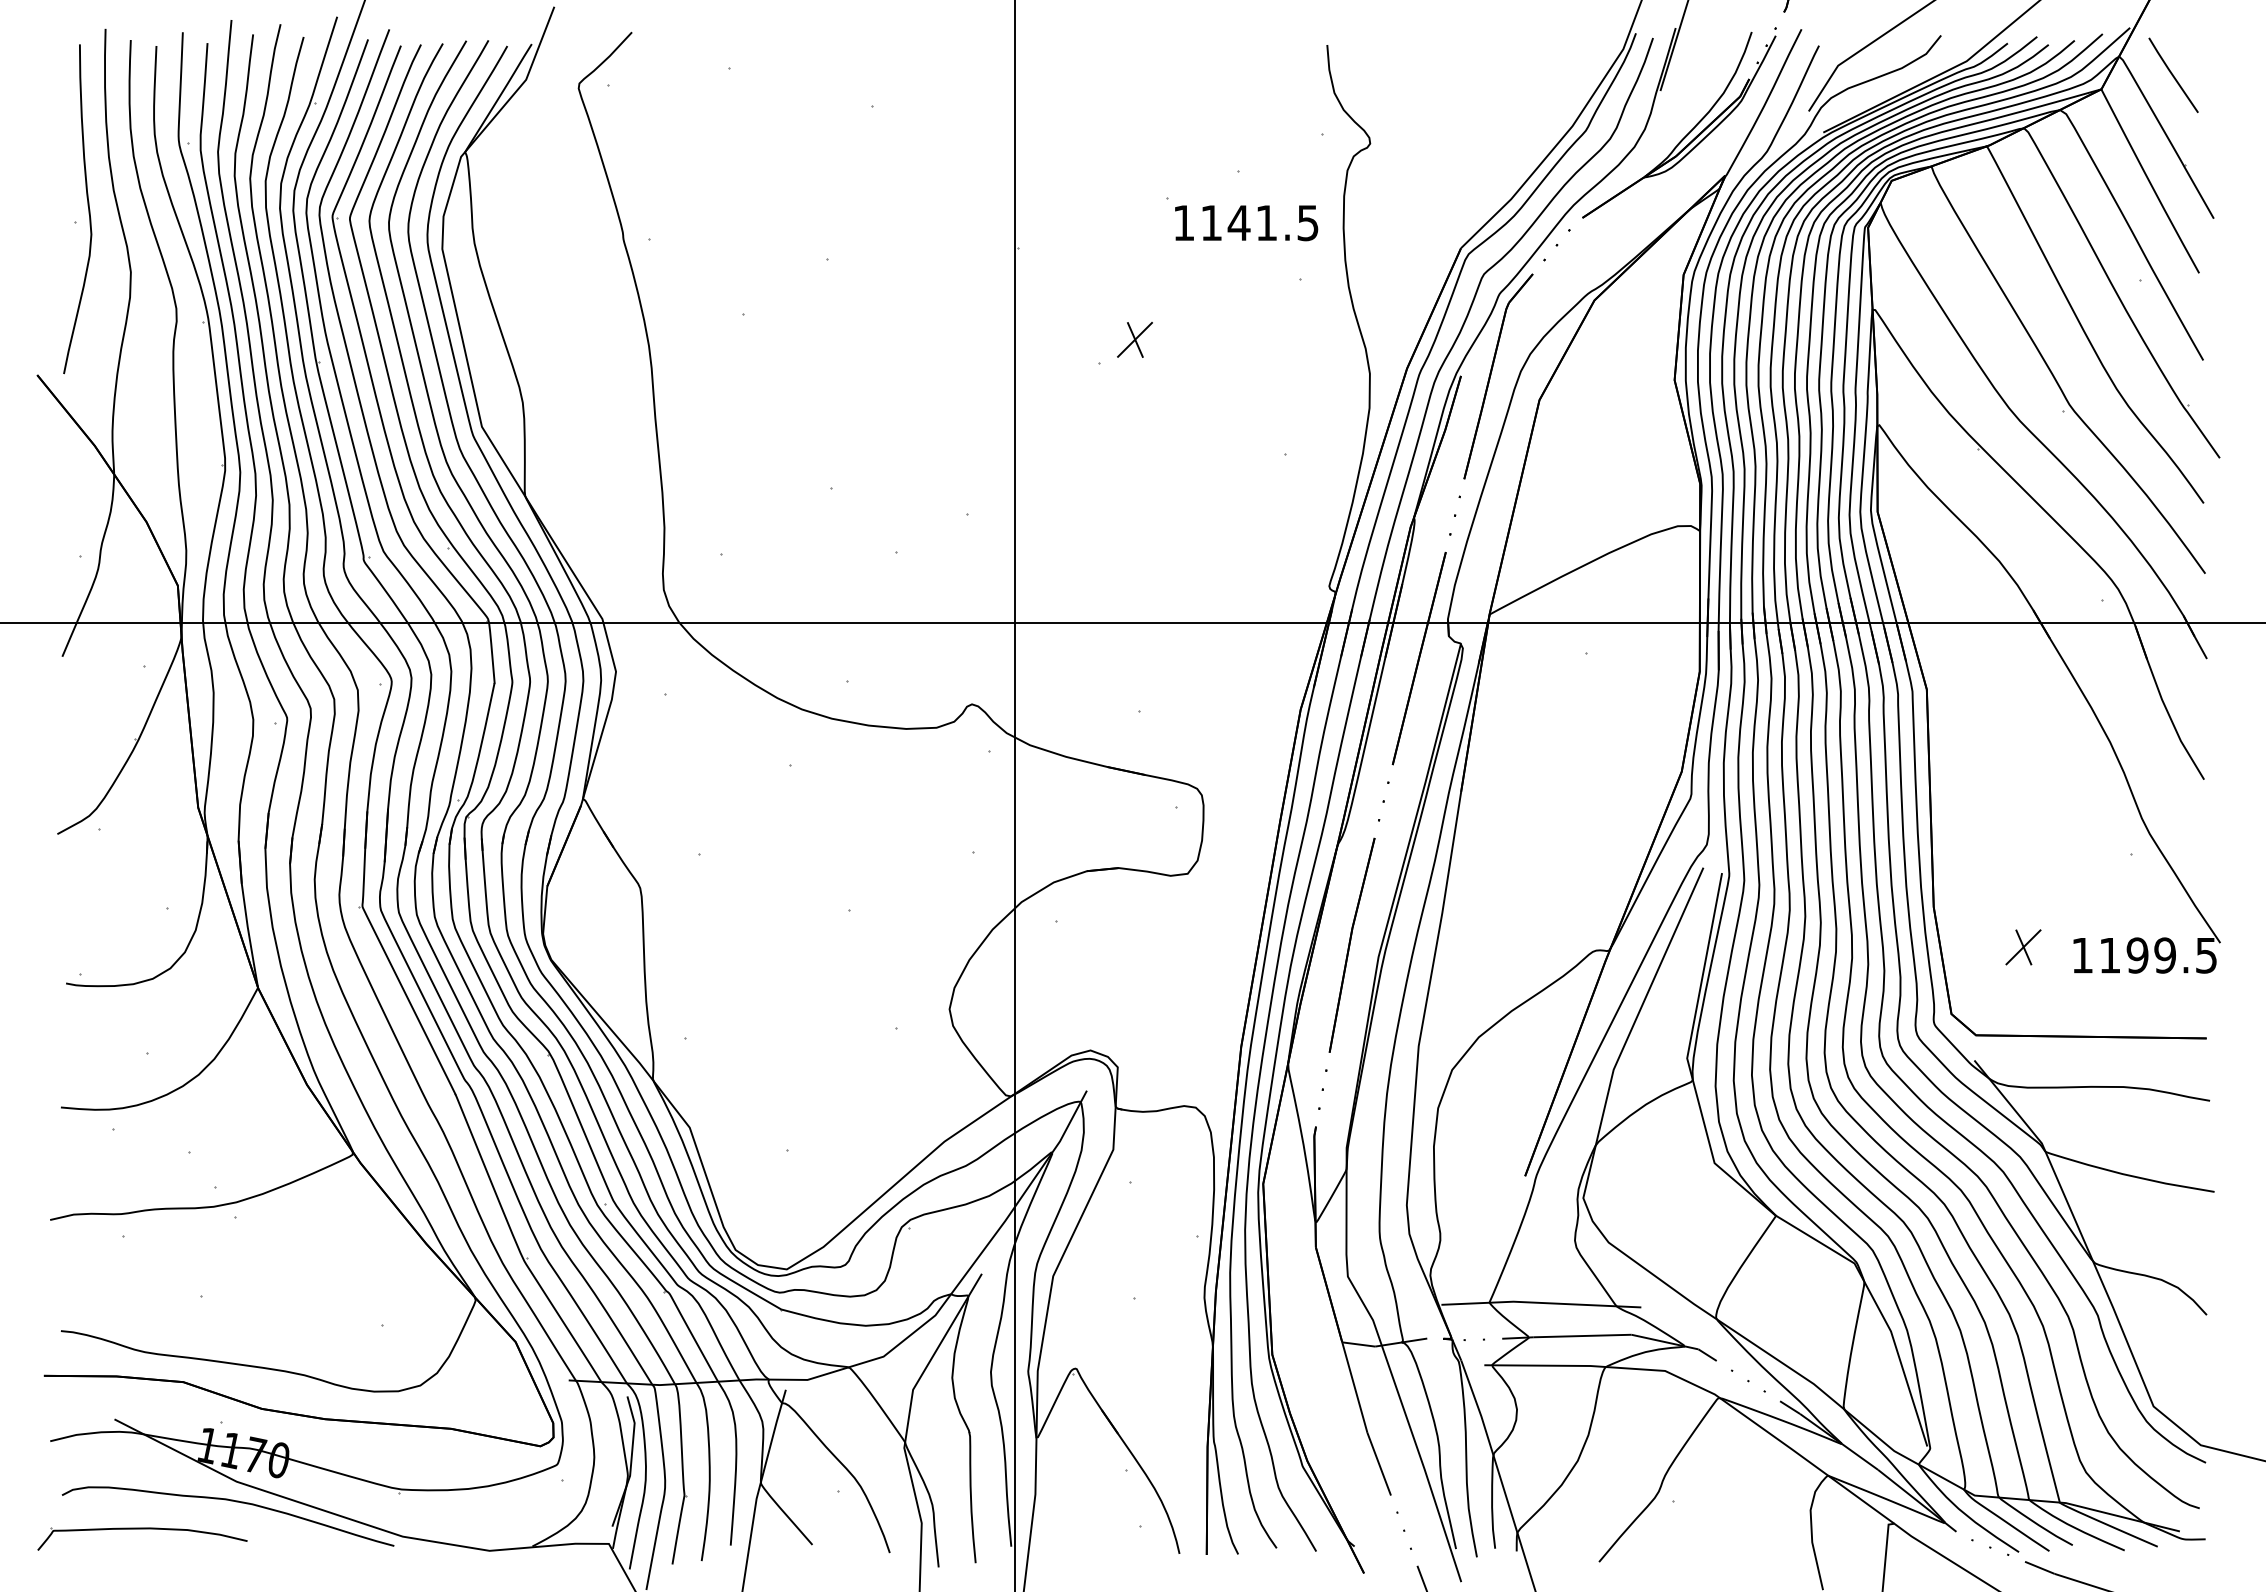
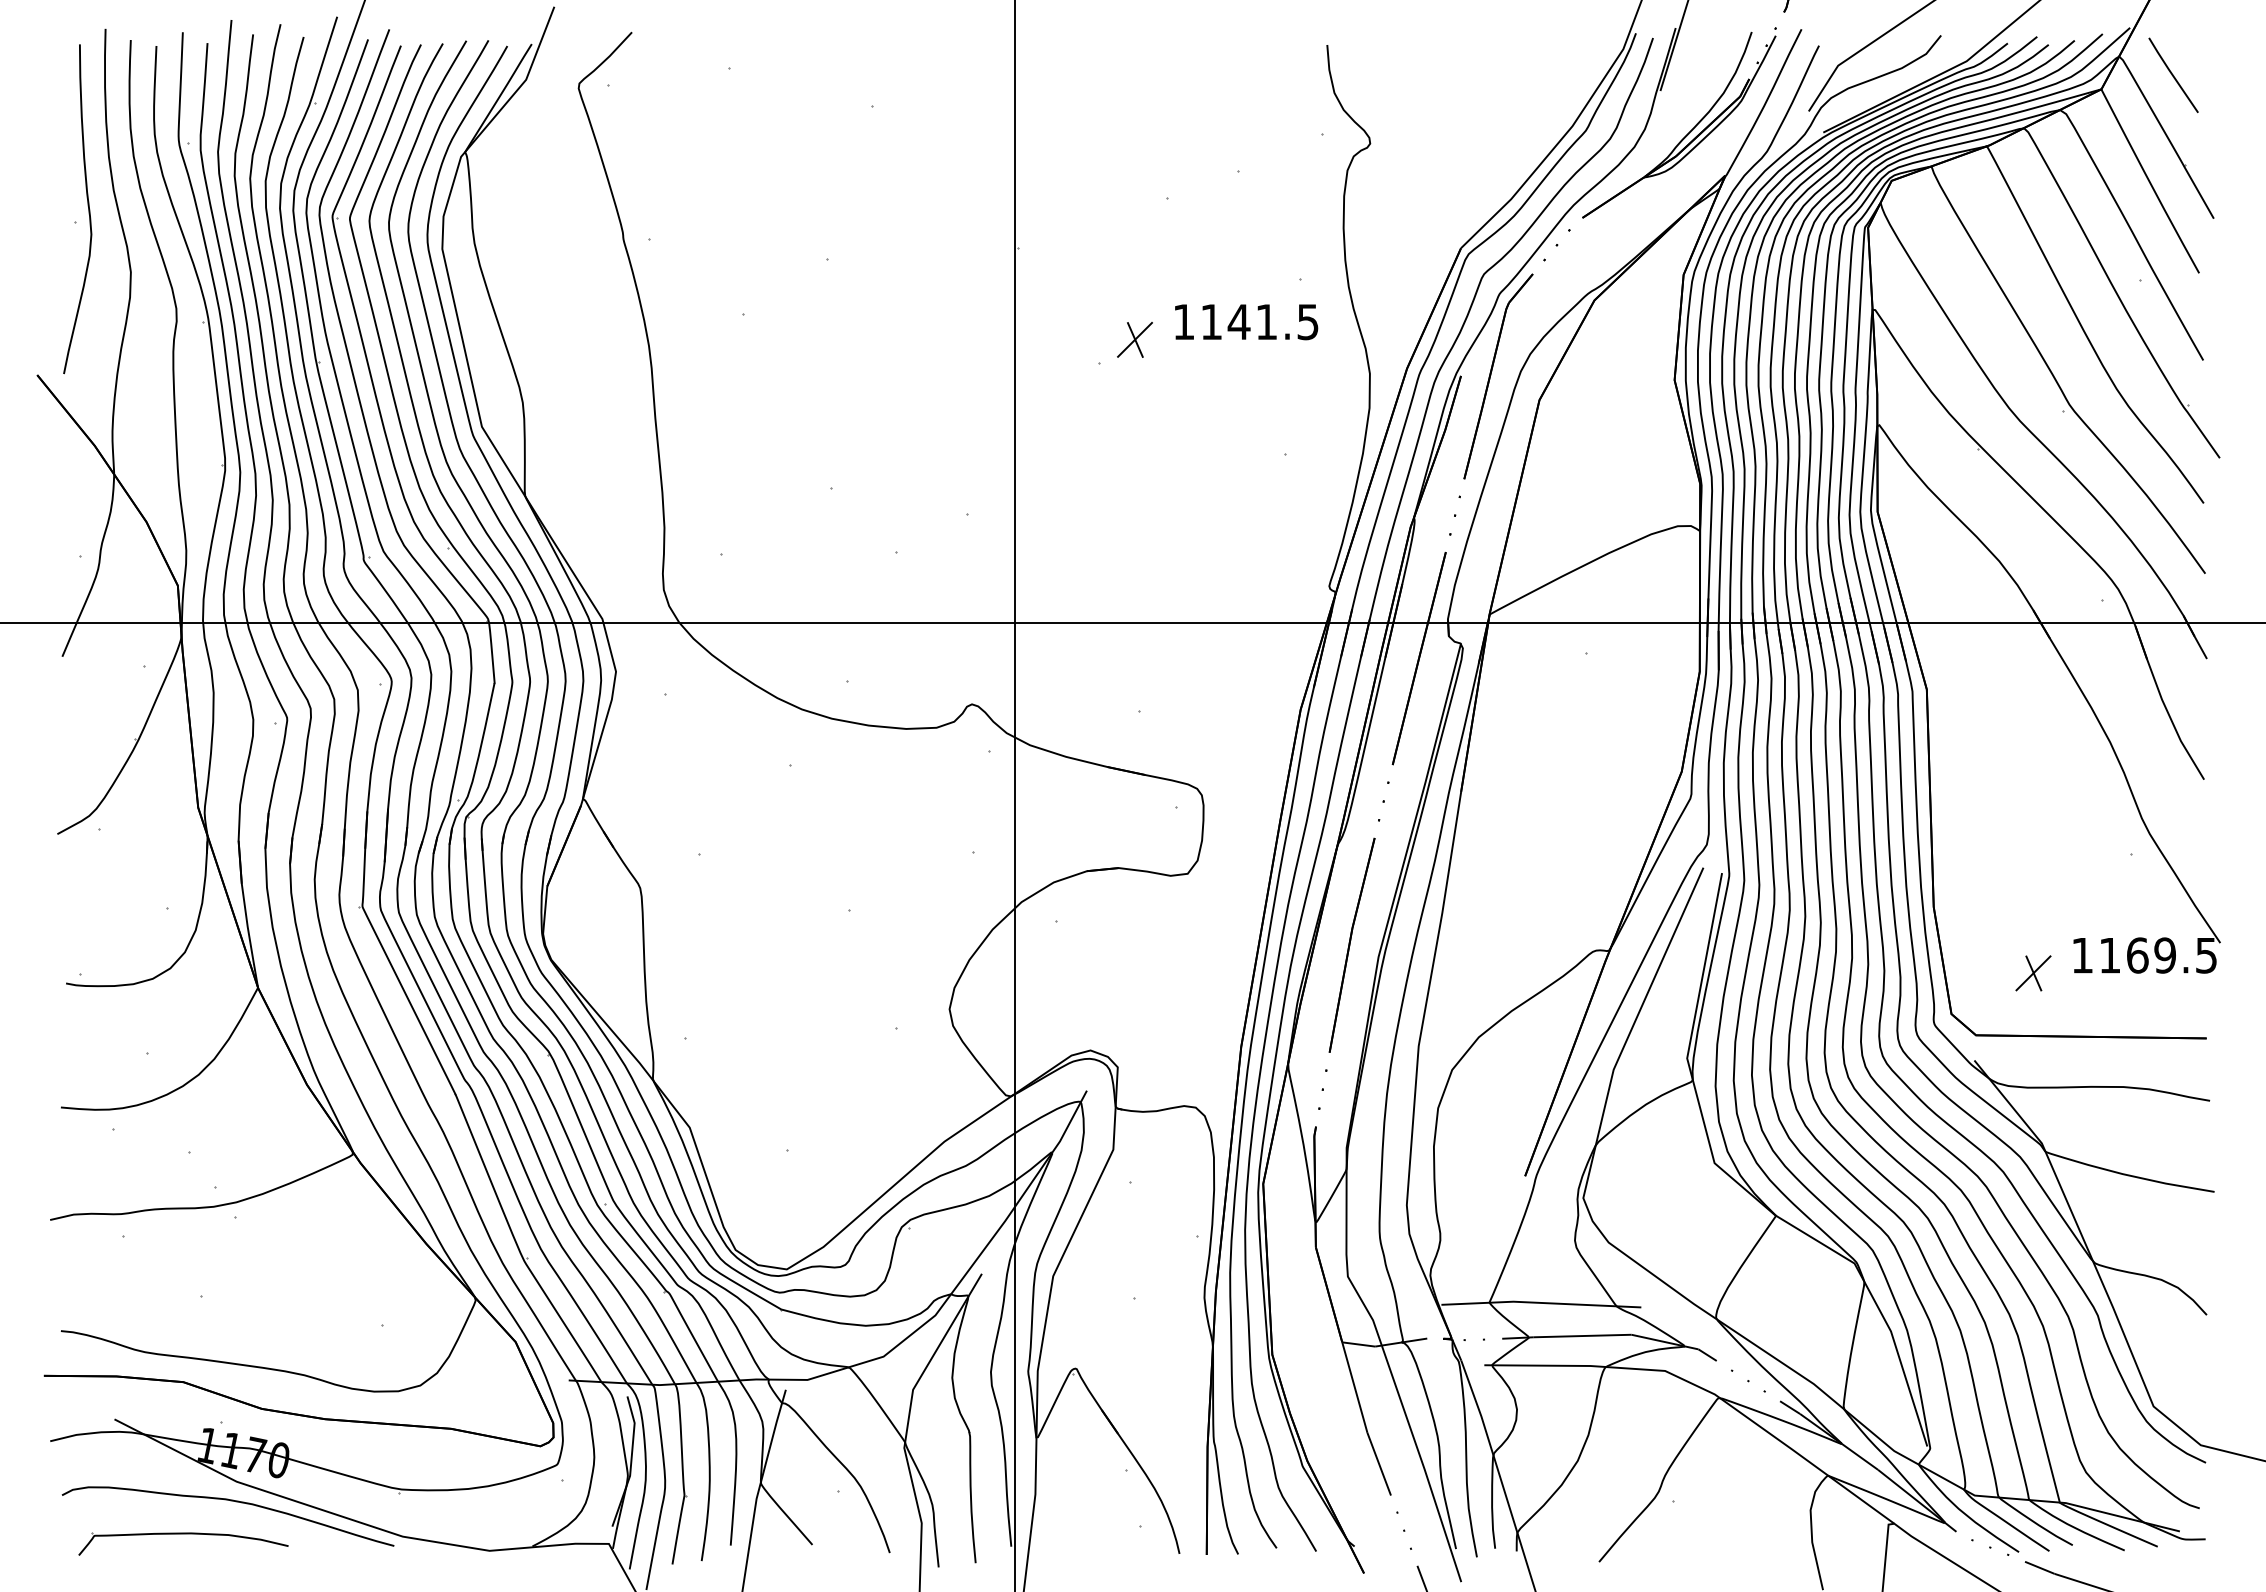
text at (1246, 223) position: (1246, 223) -> (1246, 322)
part at (2023, 947) position: (2023, 947) -> (2033, 973)
text at (2137, 955): 1199.5 -> 1169.5
part at (142, 1529) position: (142, 1529) -> (183, 1534)
